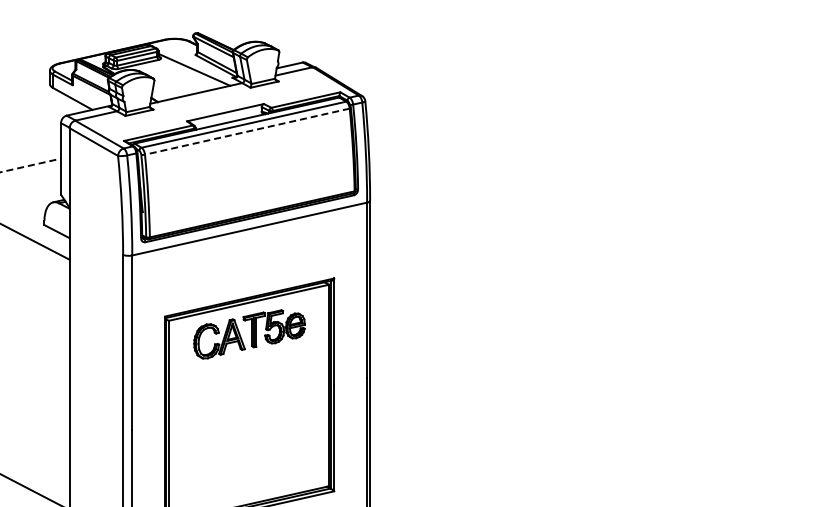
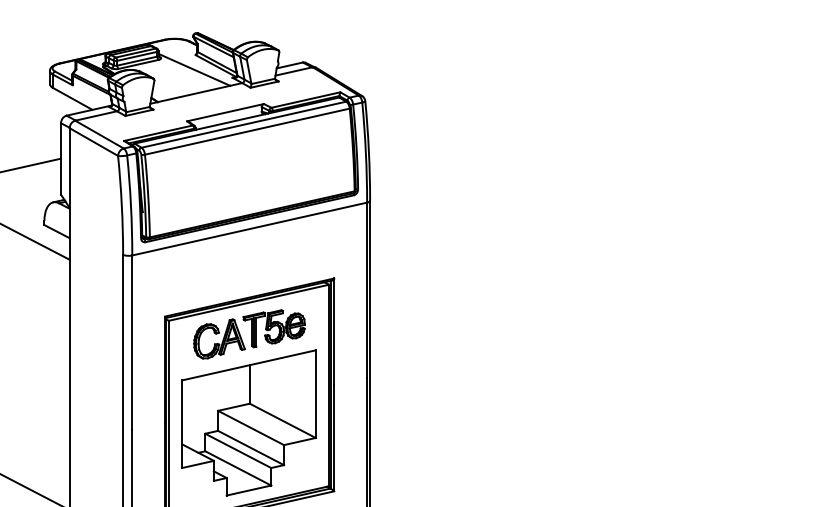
line at (247, 131): dashed -> solid
line at (30, 165): dashed -> solid
part at (248, 422): none -> present
